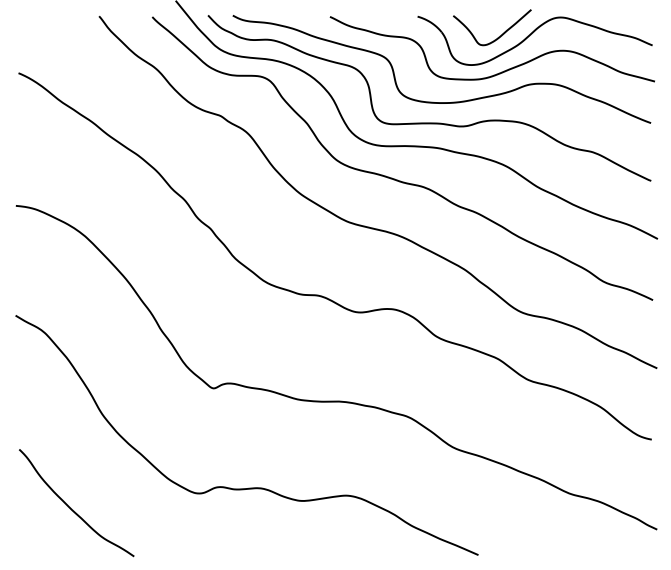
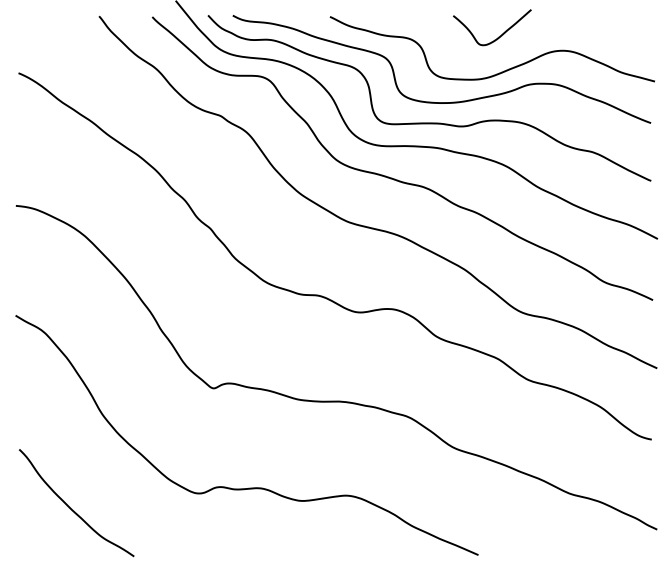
part at (532, 34): present -> none
